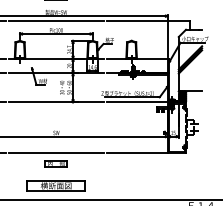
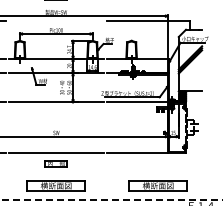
line at (56, 21): present -> none
part at (157, 185): none -> present
line at (112, 200): solid -> dashed
